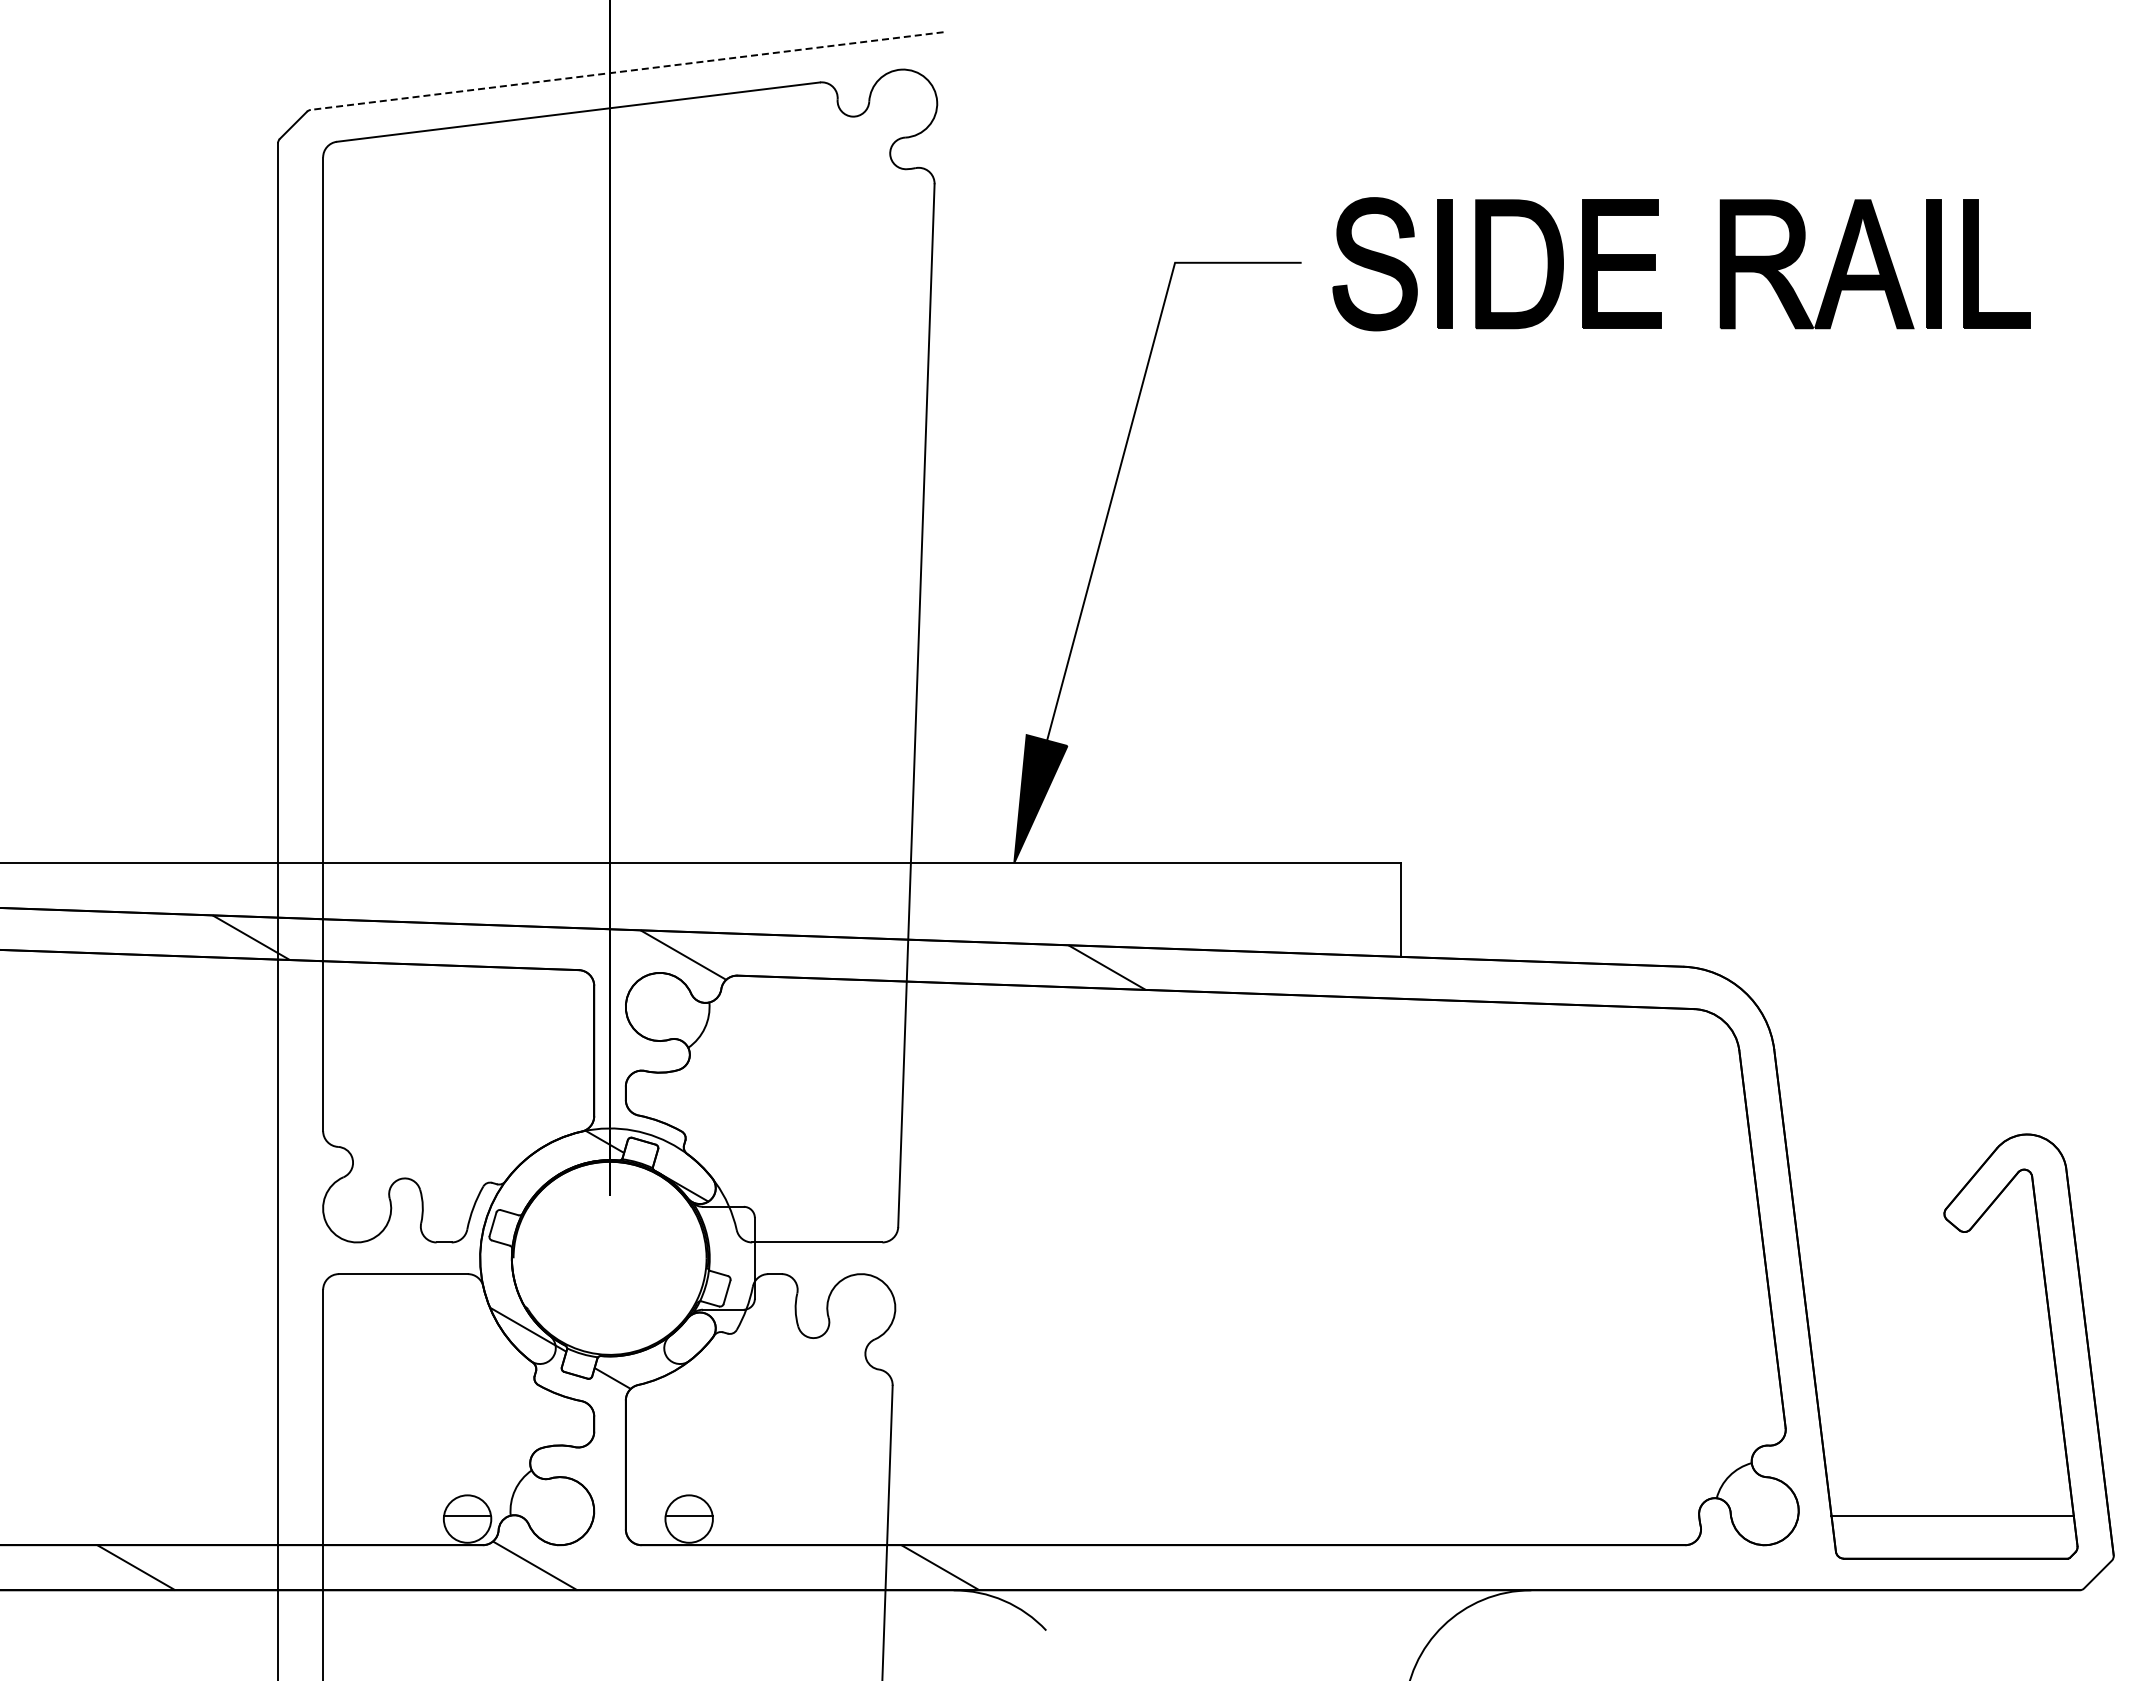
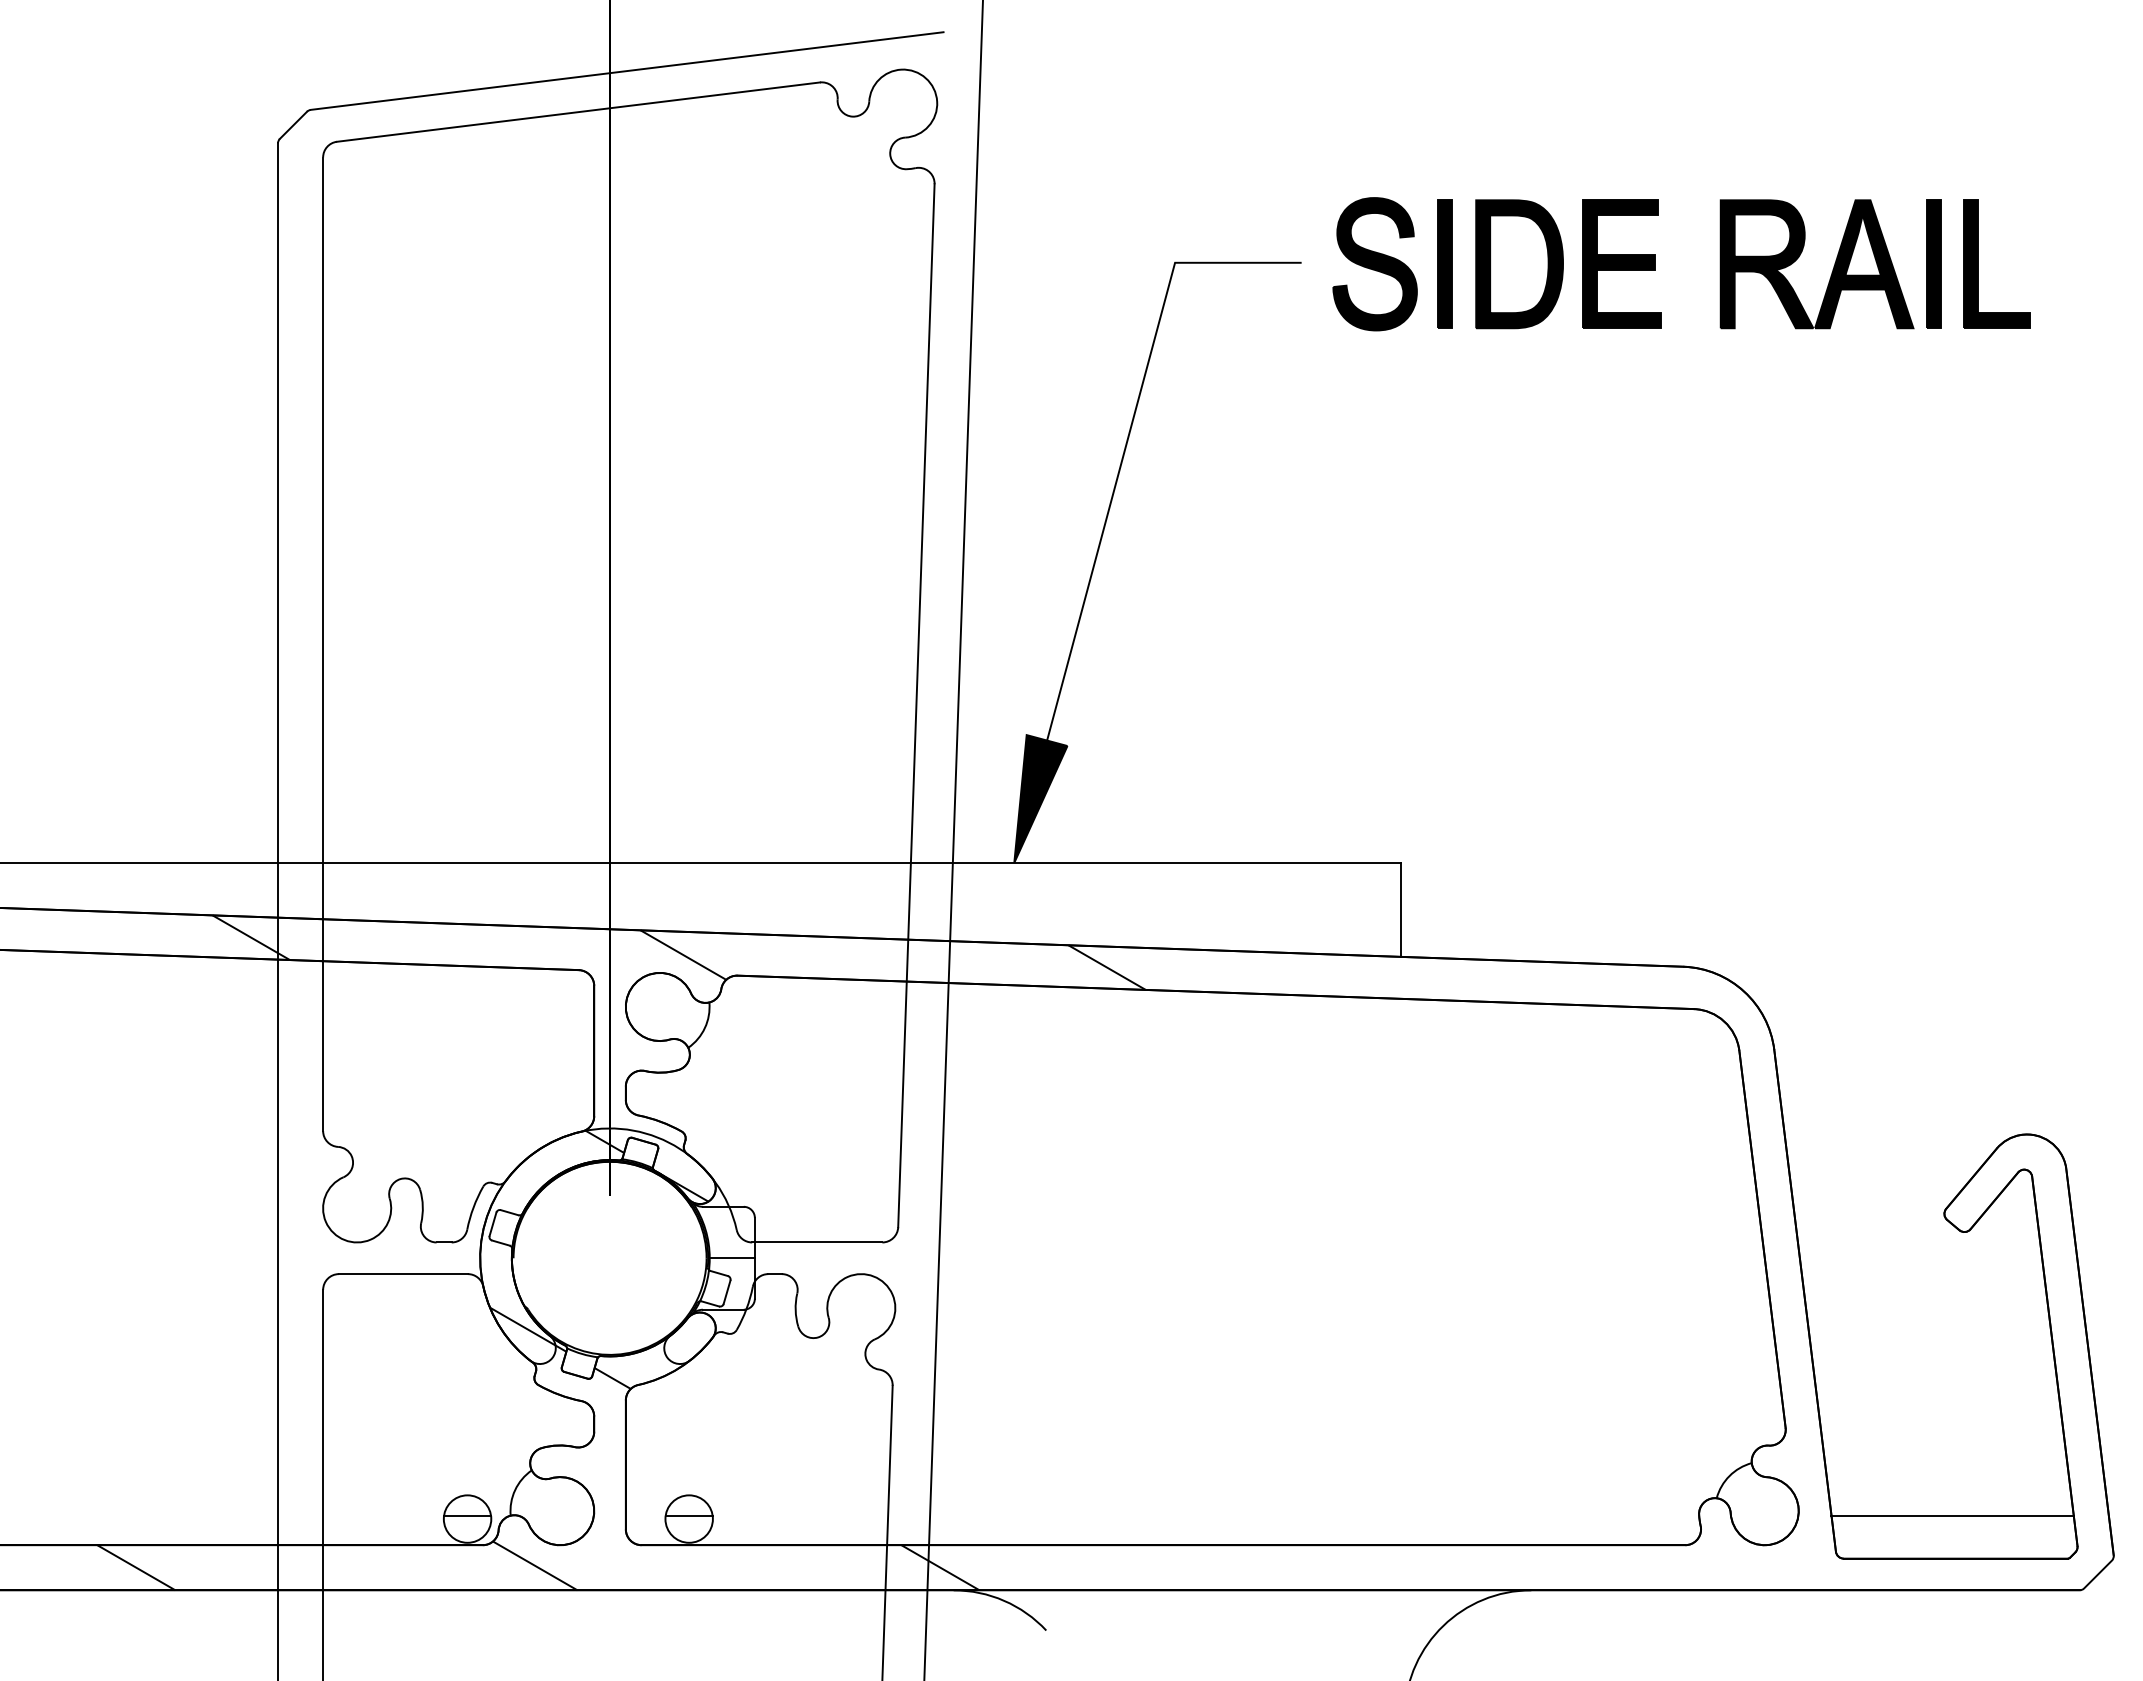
line at (627, 71): dashed -> solid
line at (953, 839): none -> present
line at (731, 1258): none -> present
